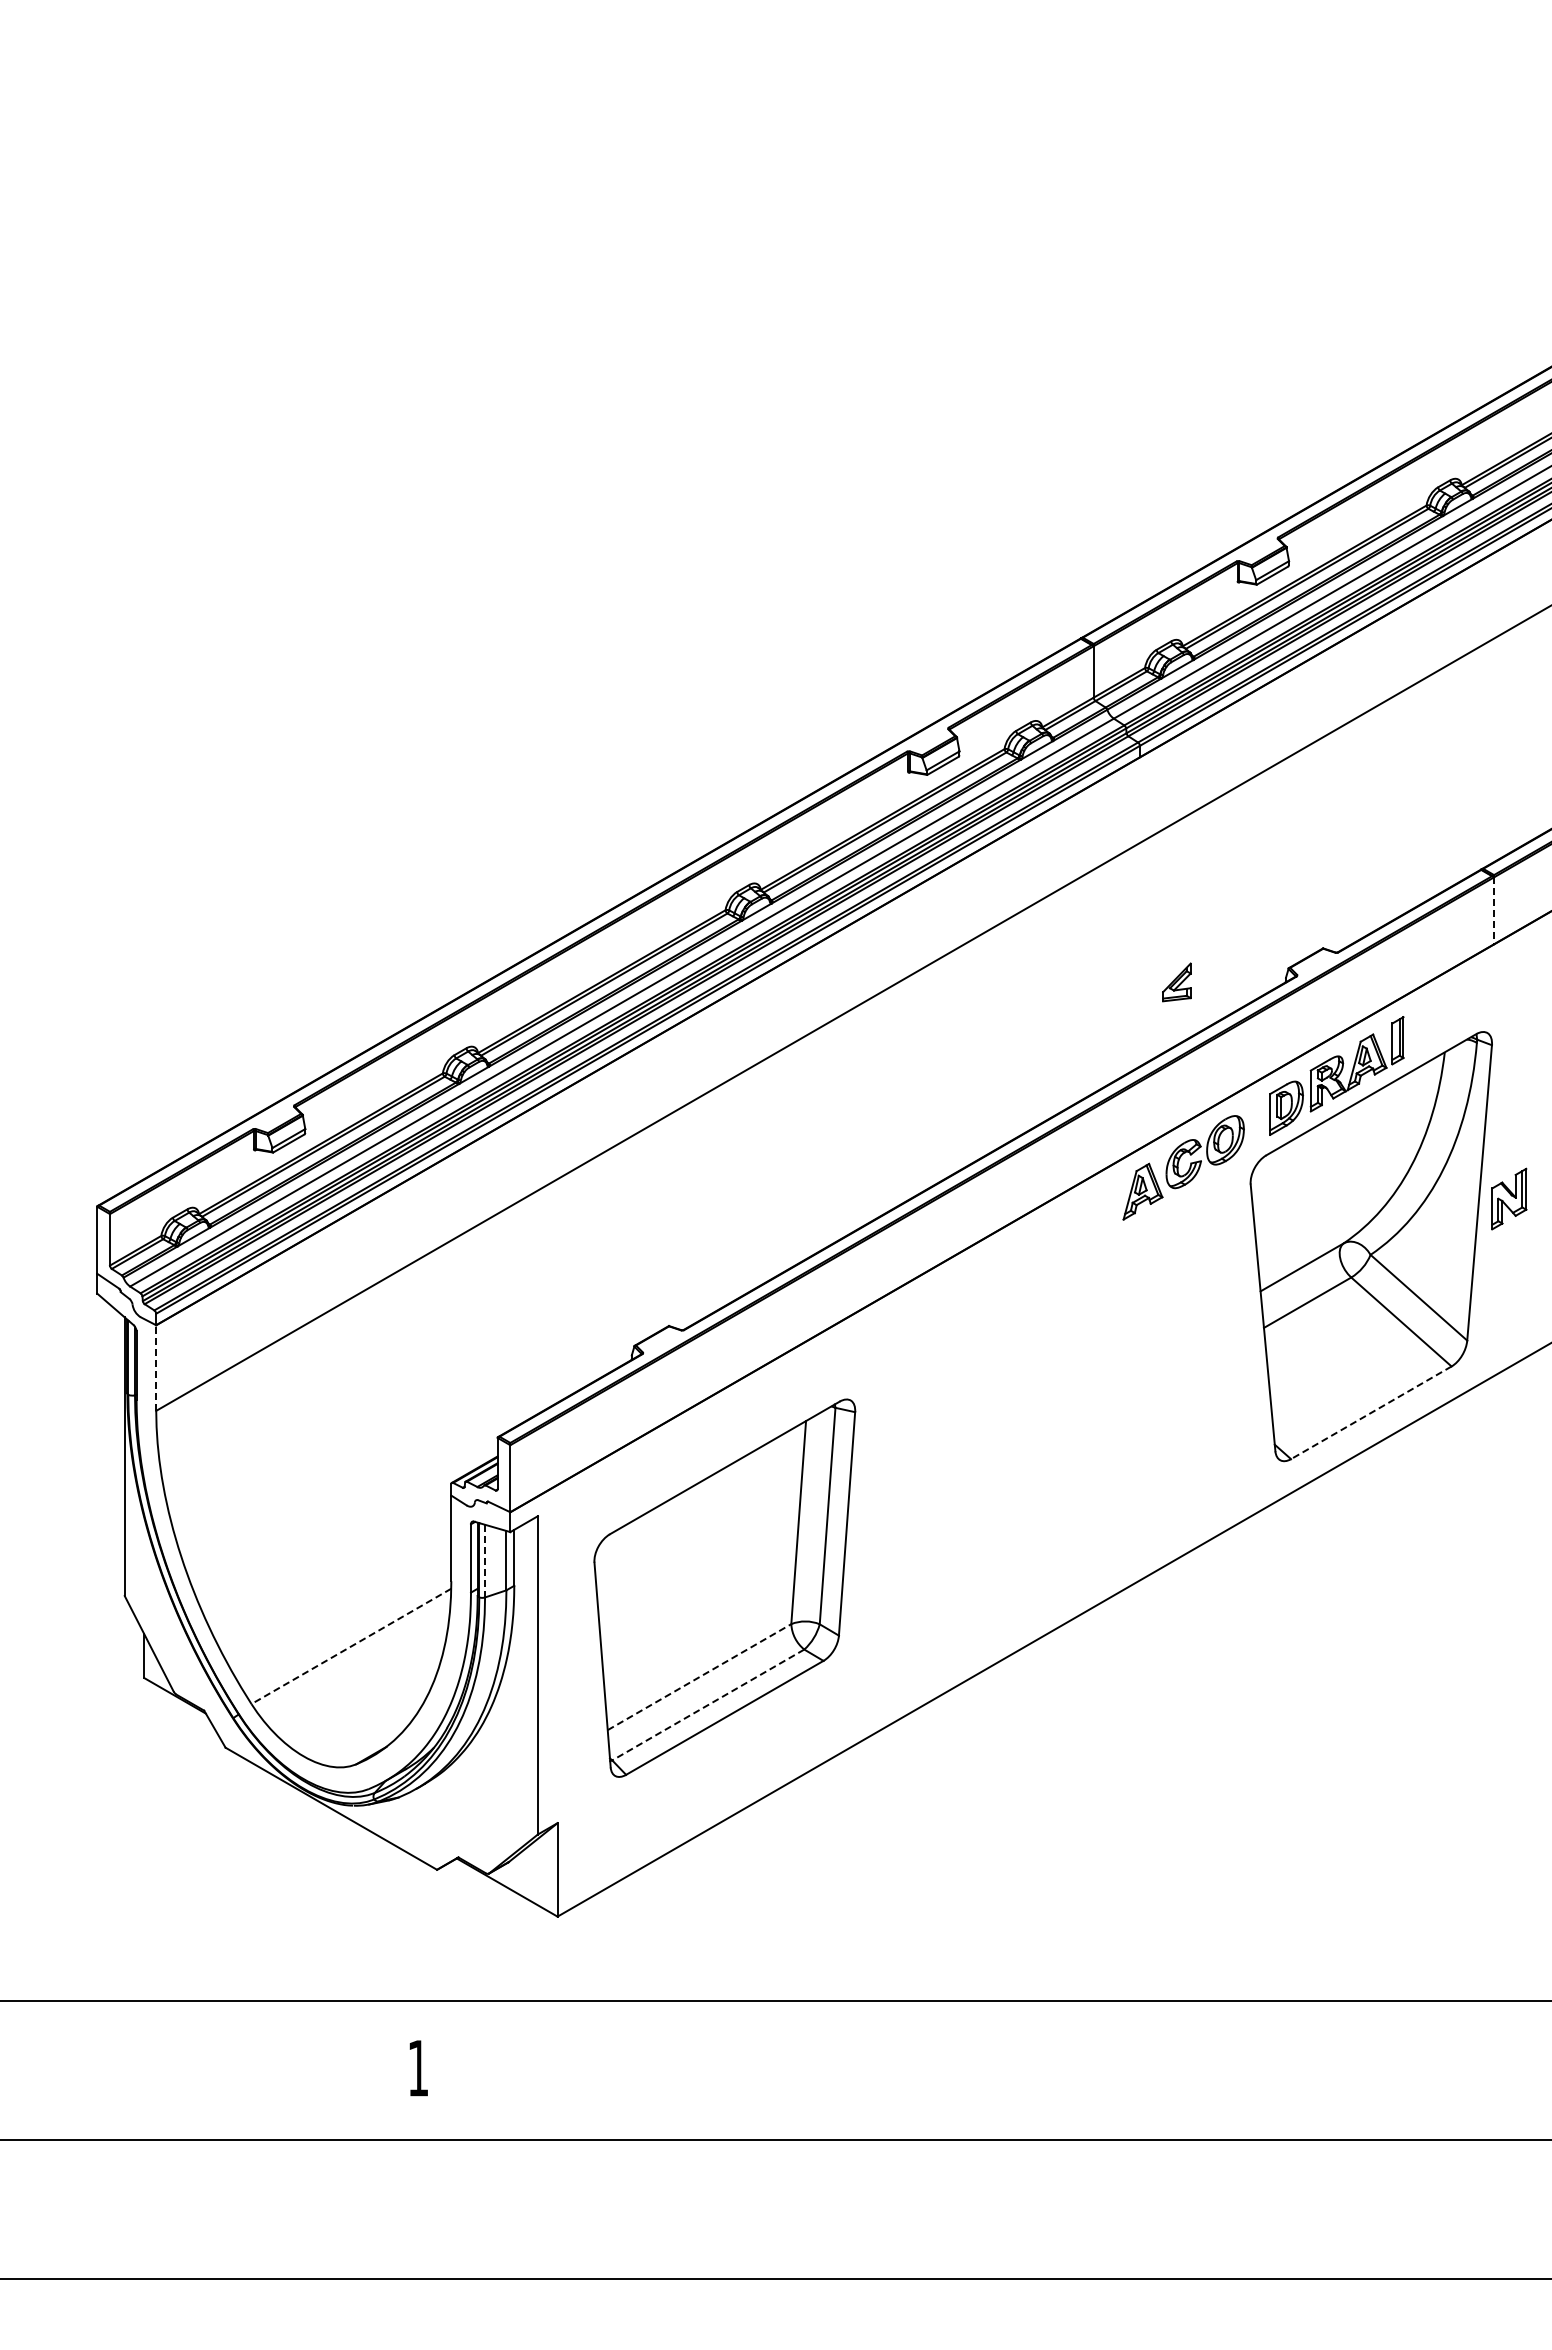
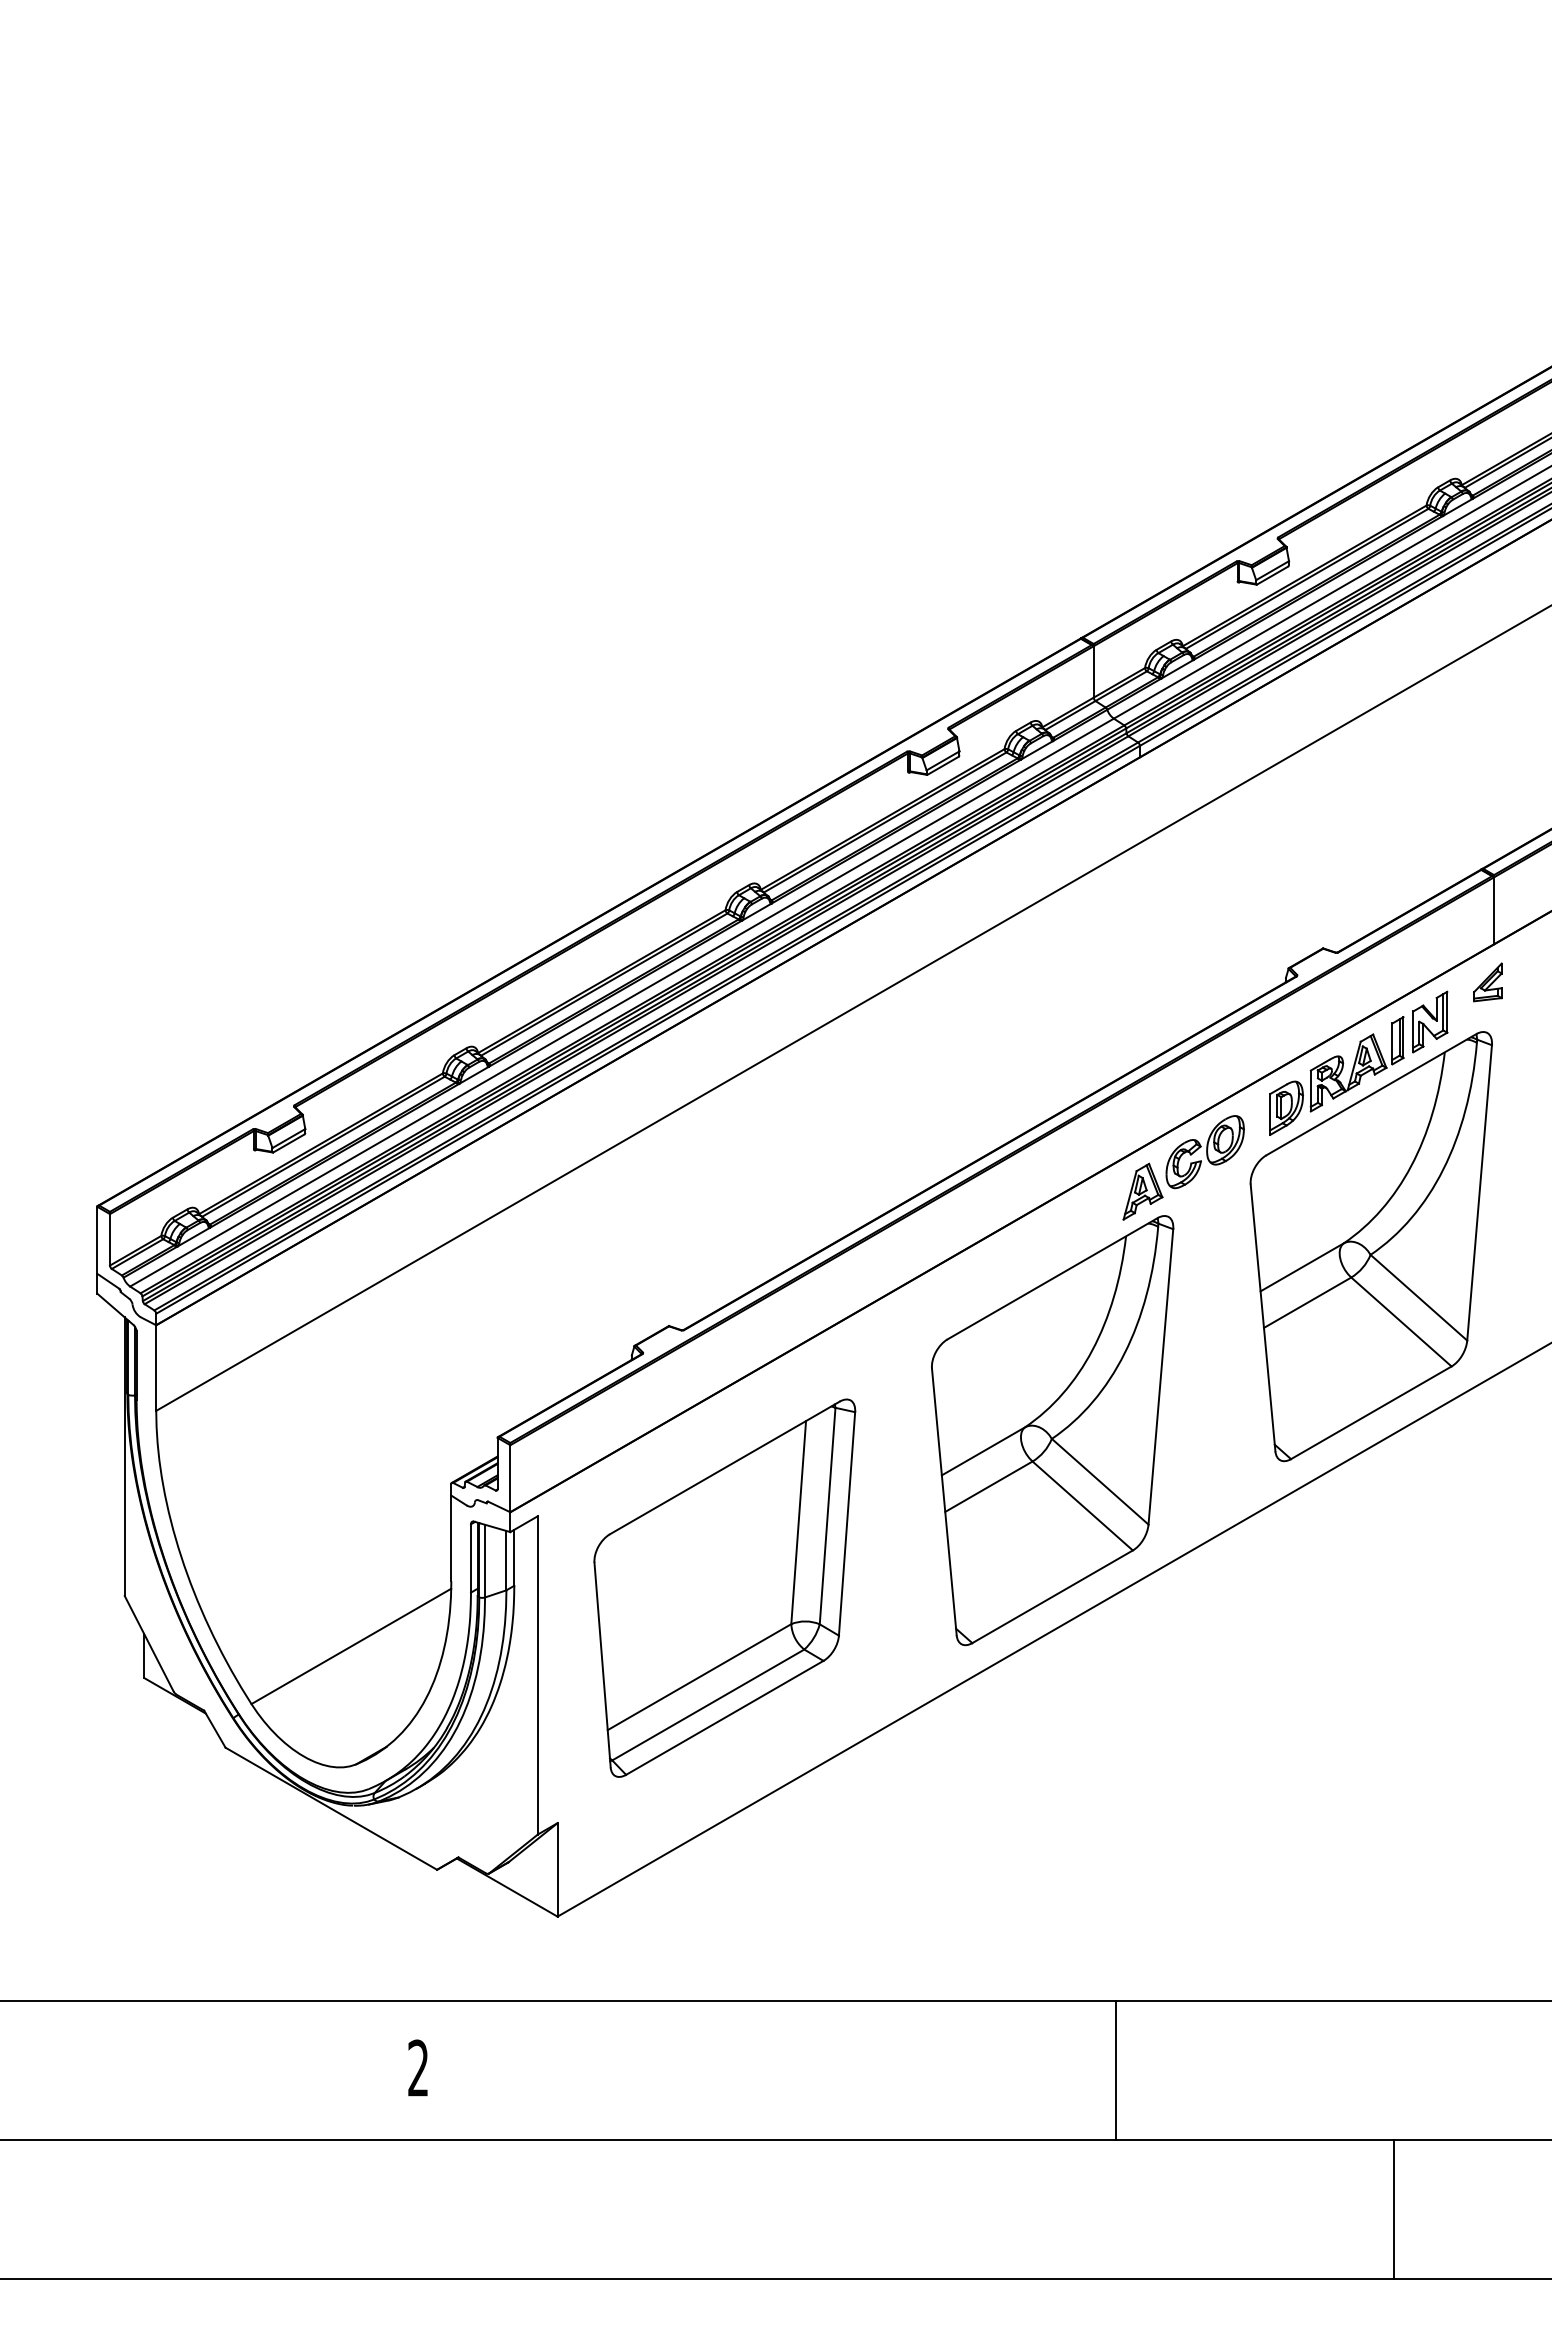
line at (1494, 910): dashed -> solid
part at (1176, 982) position: (1176, 982) -> (1487, 982)
part at (1509, 1198) position: (1509, 1198) -> (1430, 1021)
line at (156, 1368): dashed -> solid
line at (1371, 1412): dashed -> solid
part at (1052, 1430): none -> present
line at (485, 1561): dashed -> solid
line at (350, 1646): dashed -> solid
line at (699, 1677): dashed -> solid
line at (708, 1704): dashed -> solid
text at (417, 2067): 1 -> 2
line at (1115, 2070): none -> present
line at (1394, 2209): none -> present
